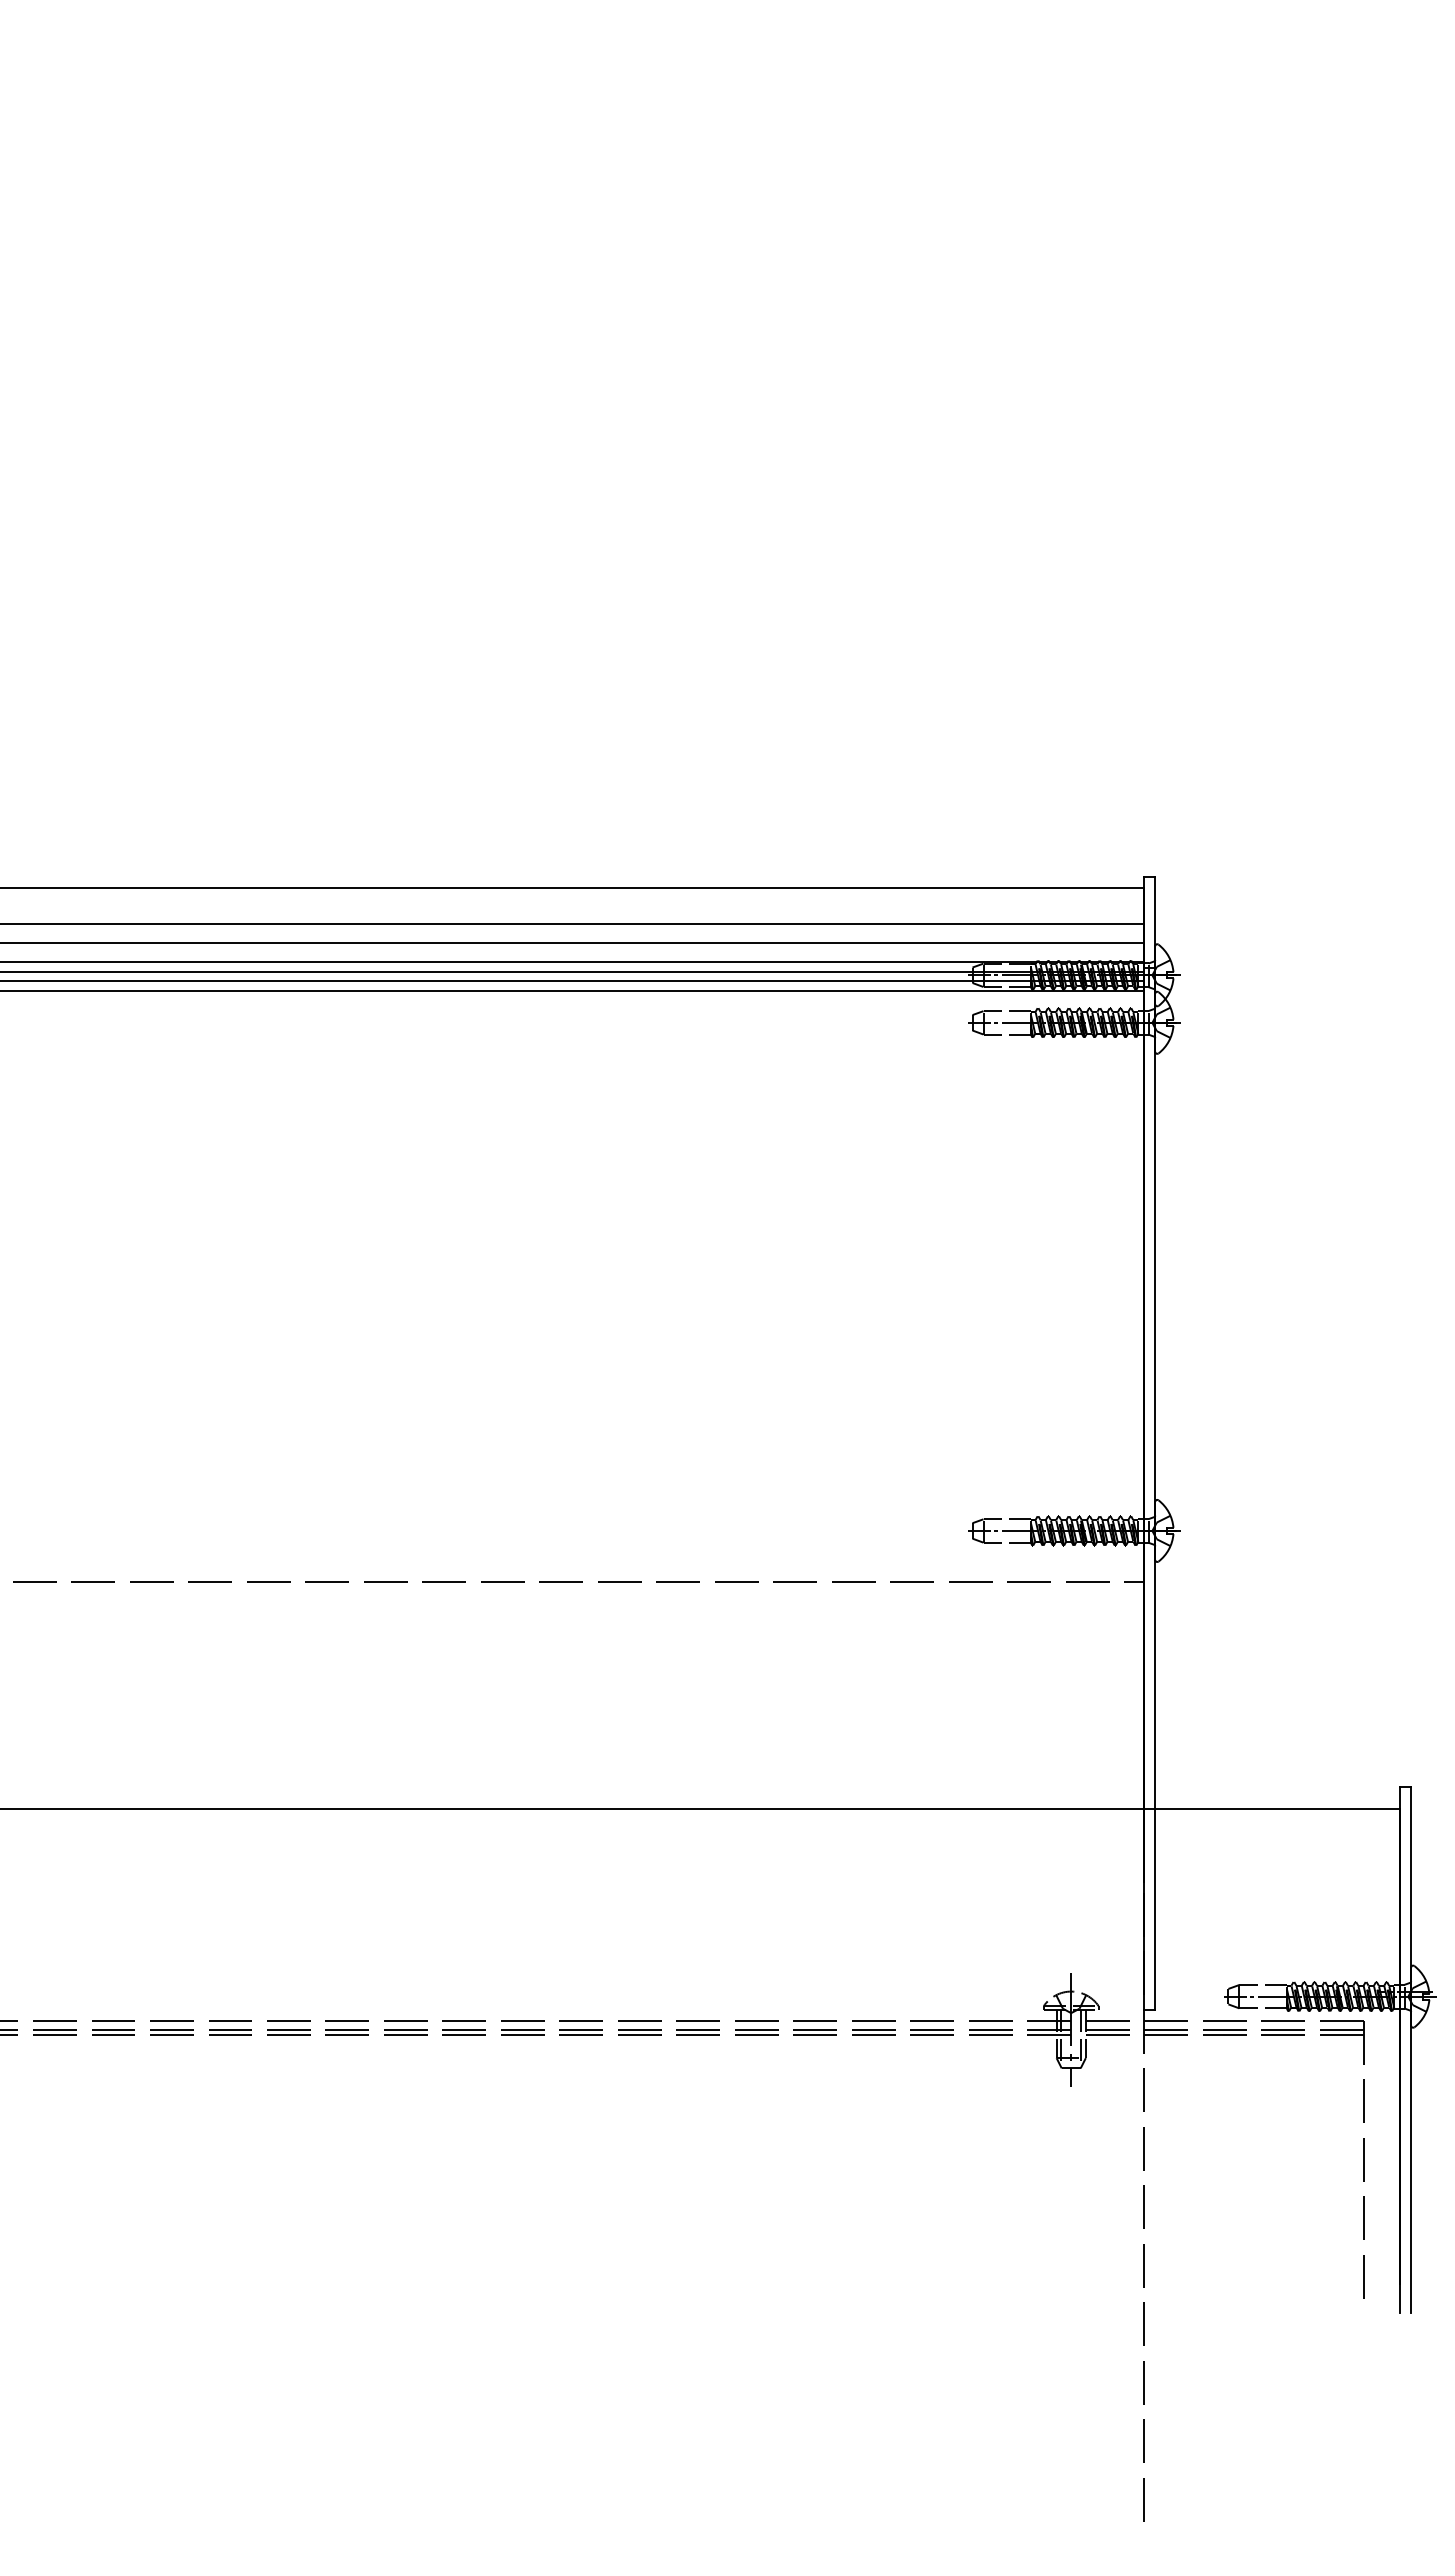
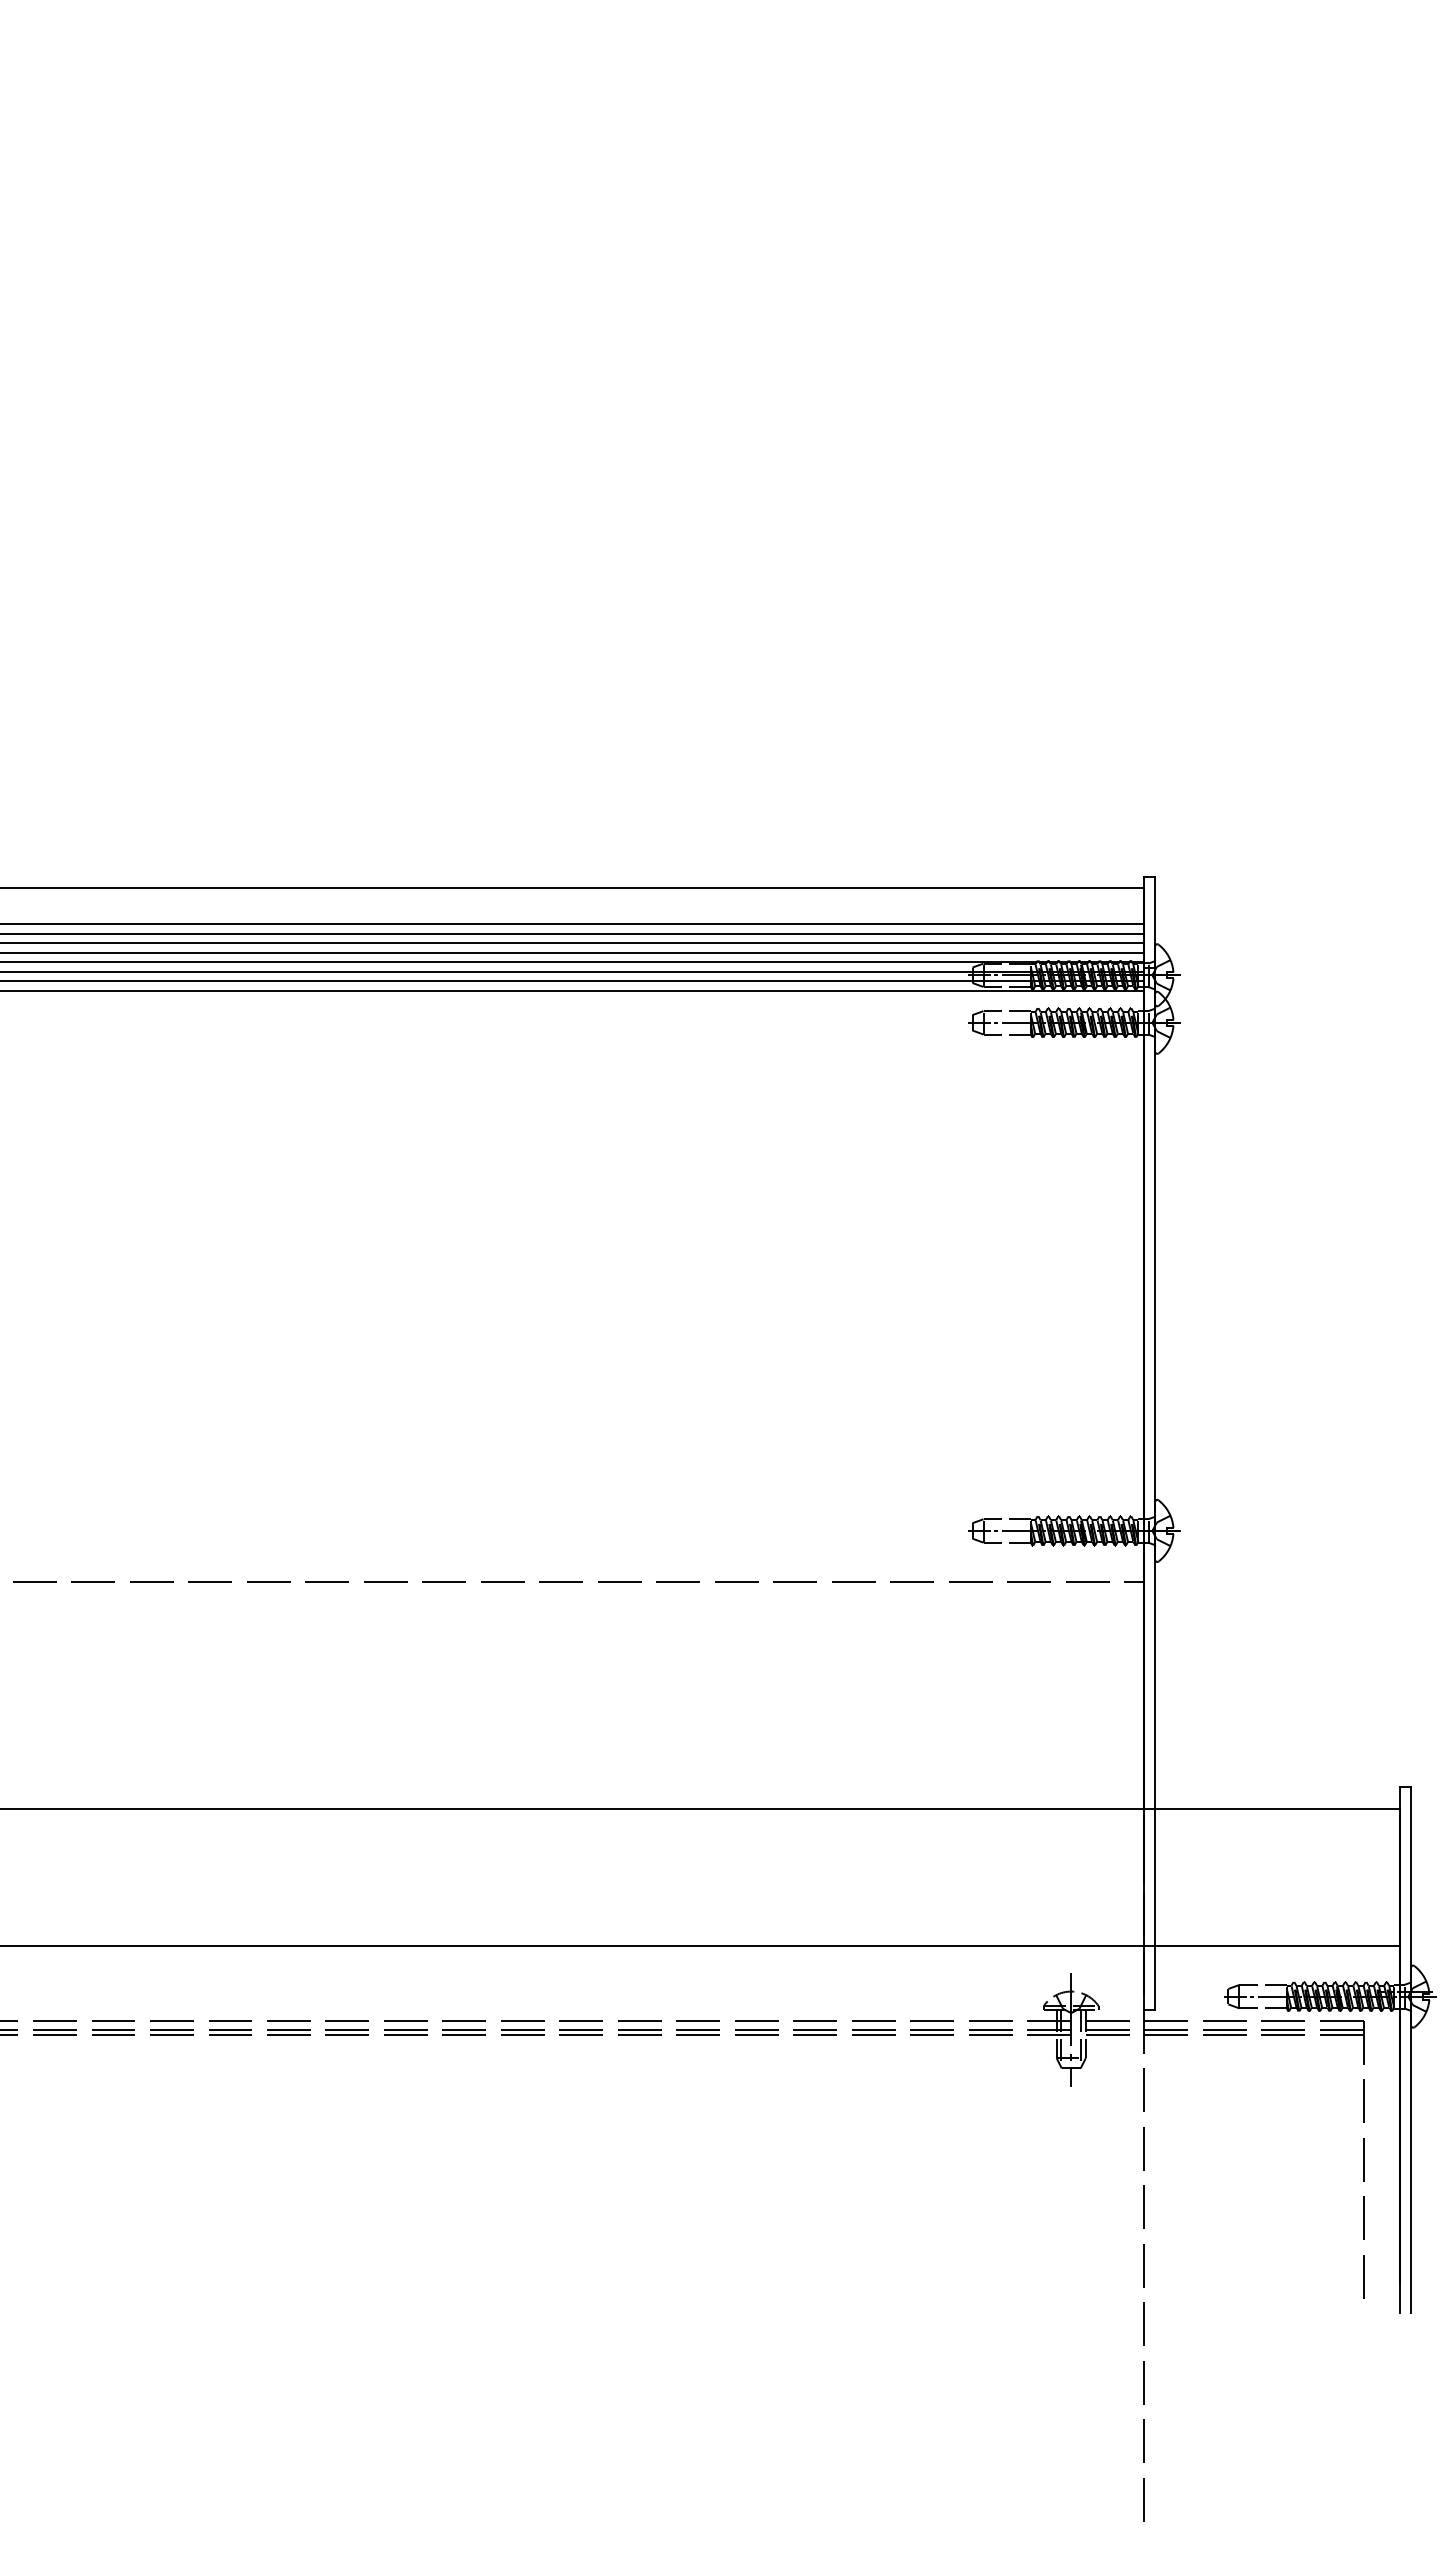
line at (573, 933): none -> present
line at (573, 952): none -> present
line at (701, 1945): none -> present
